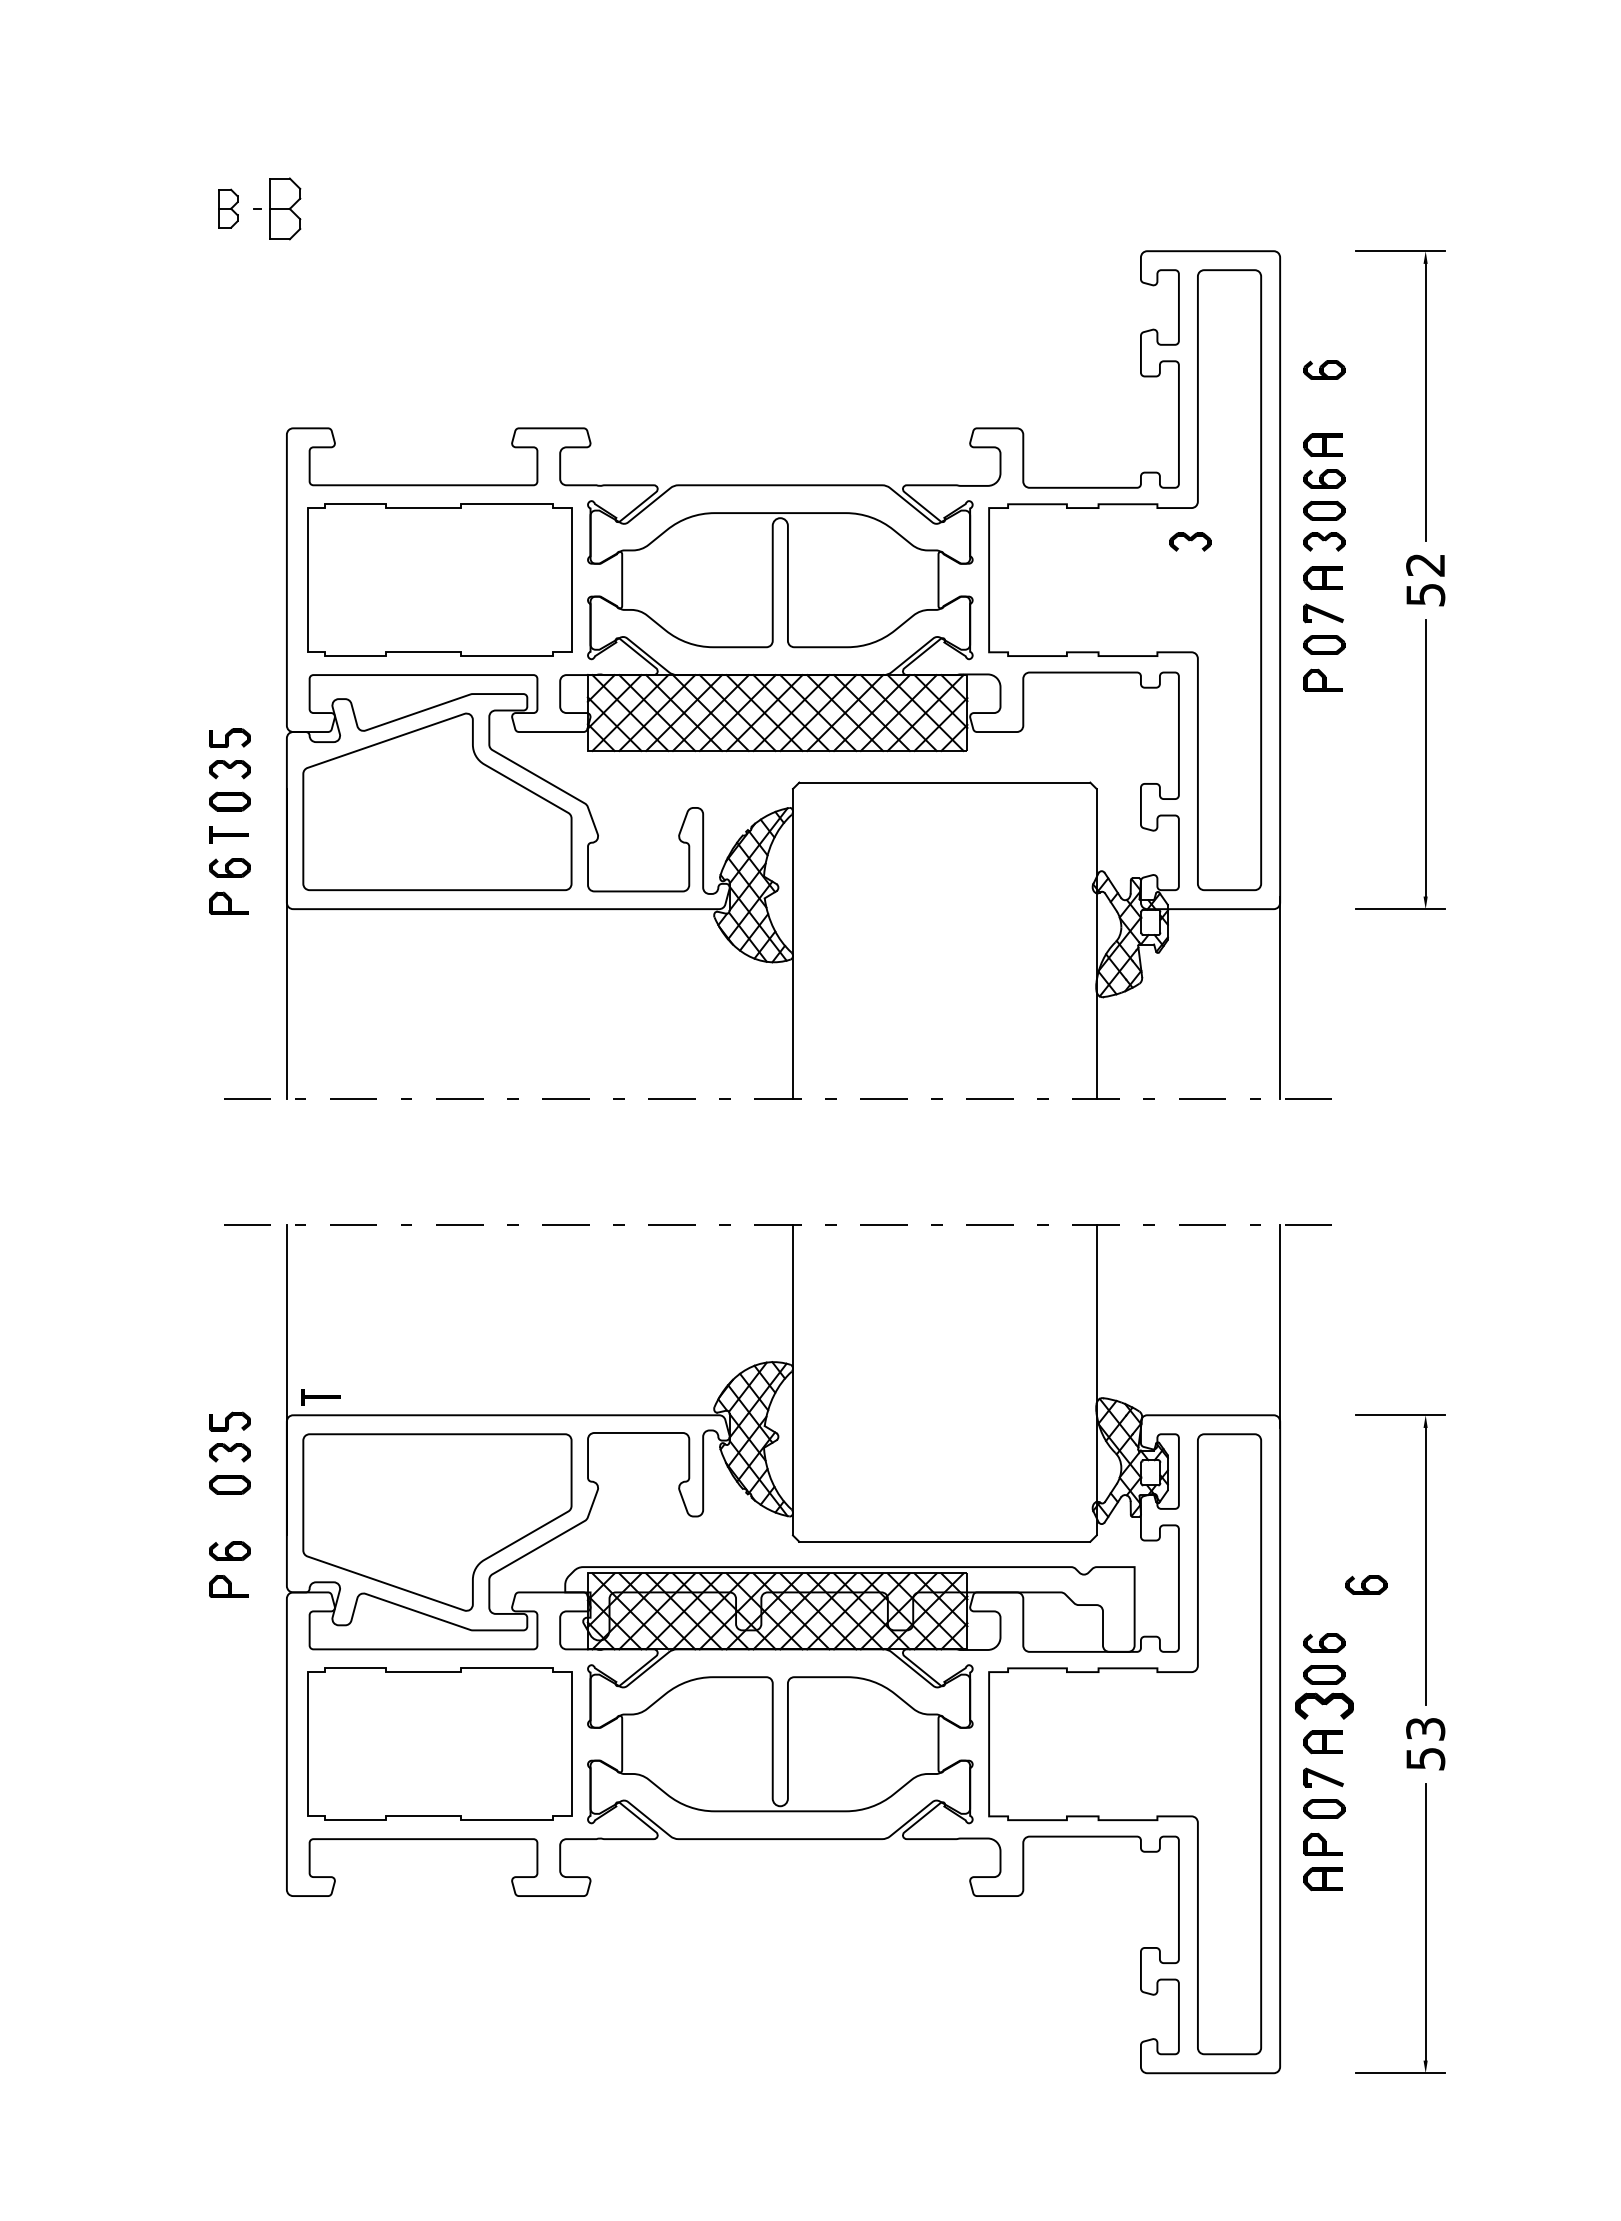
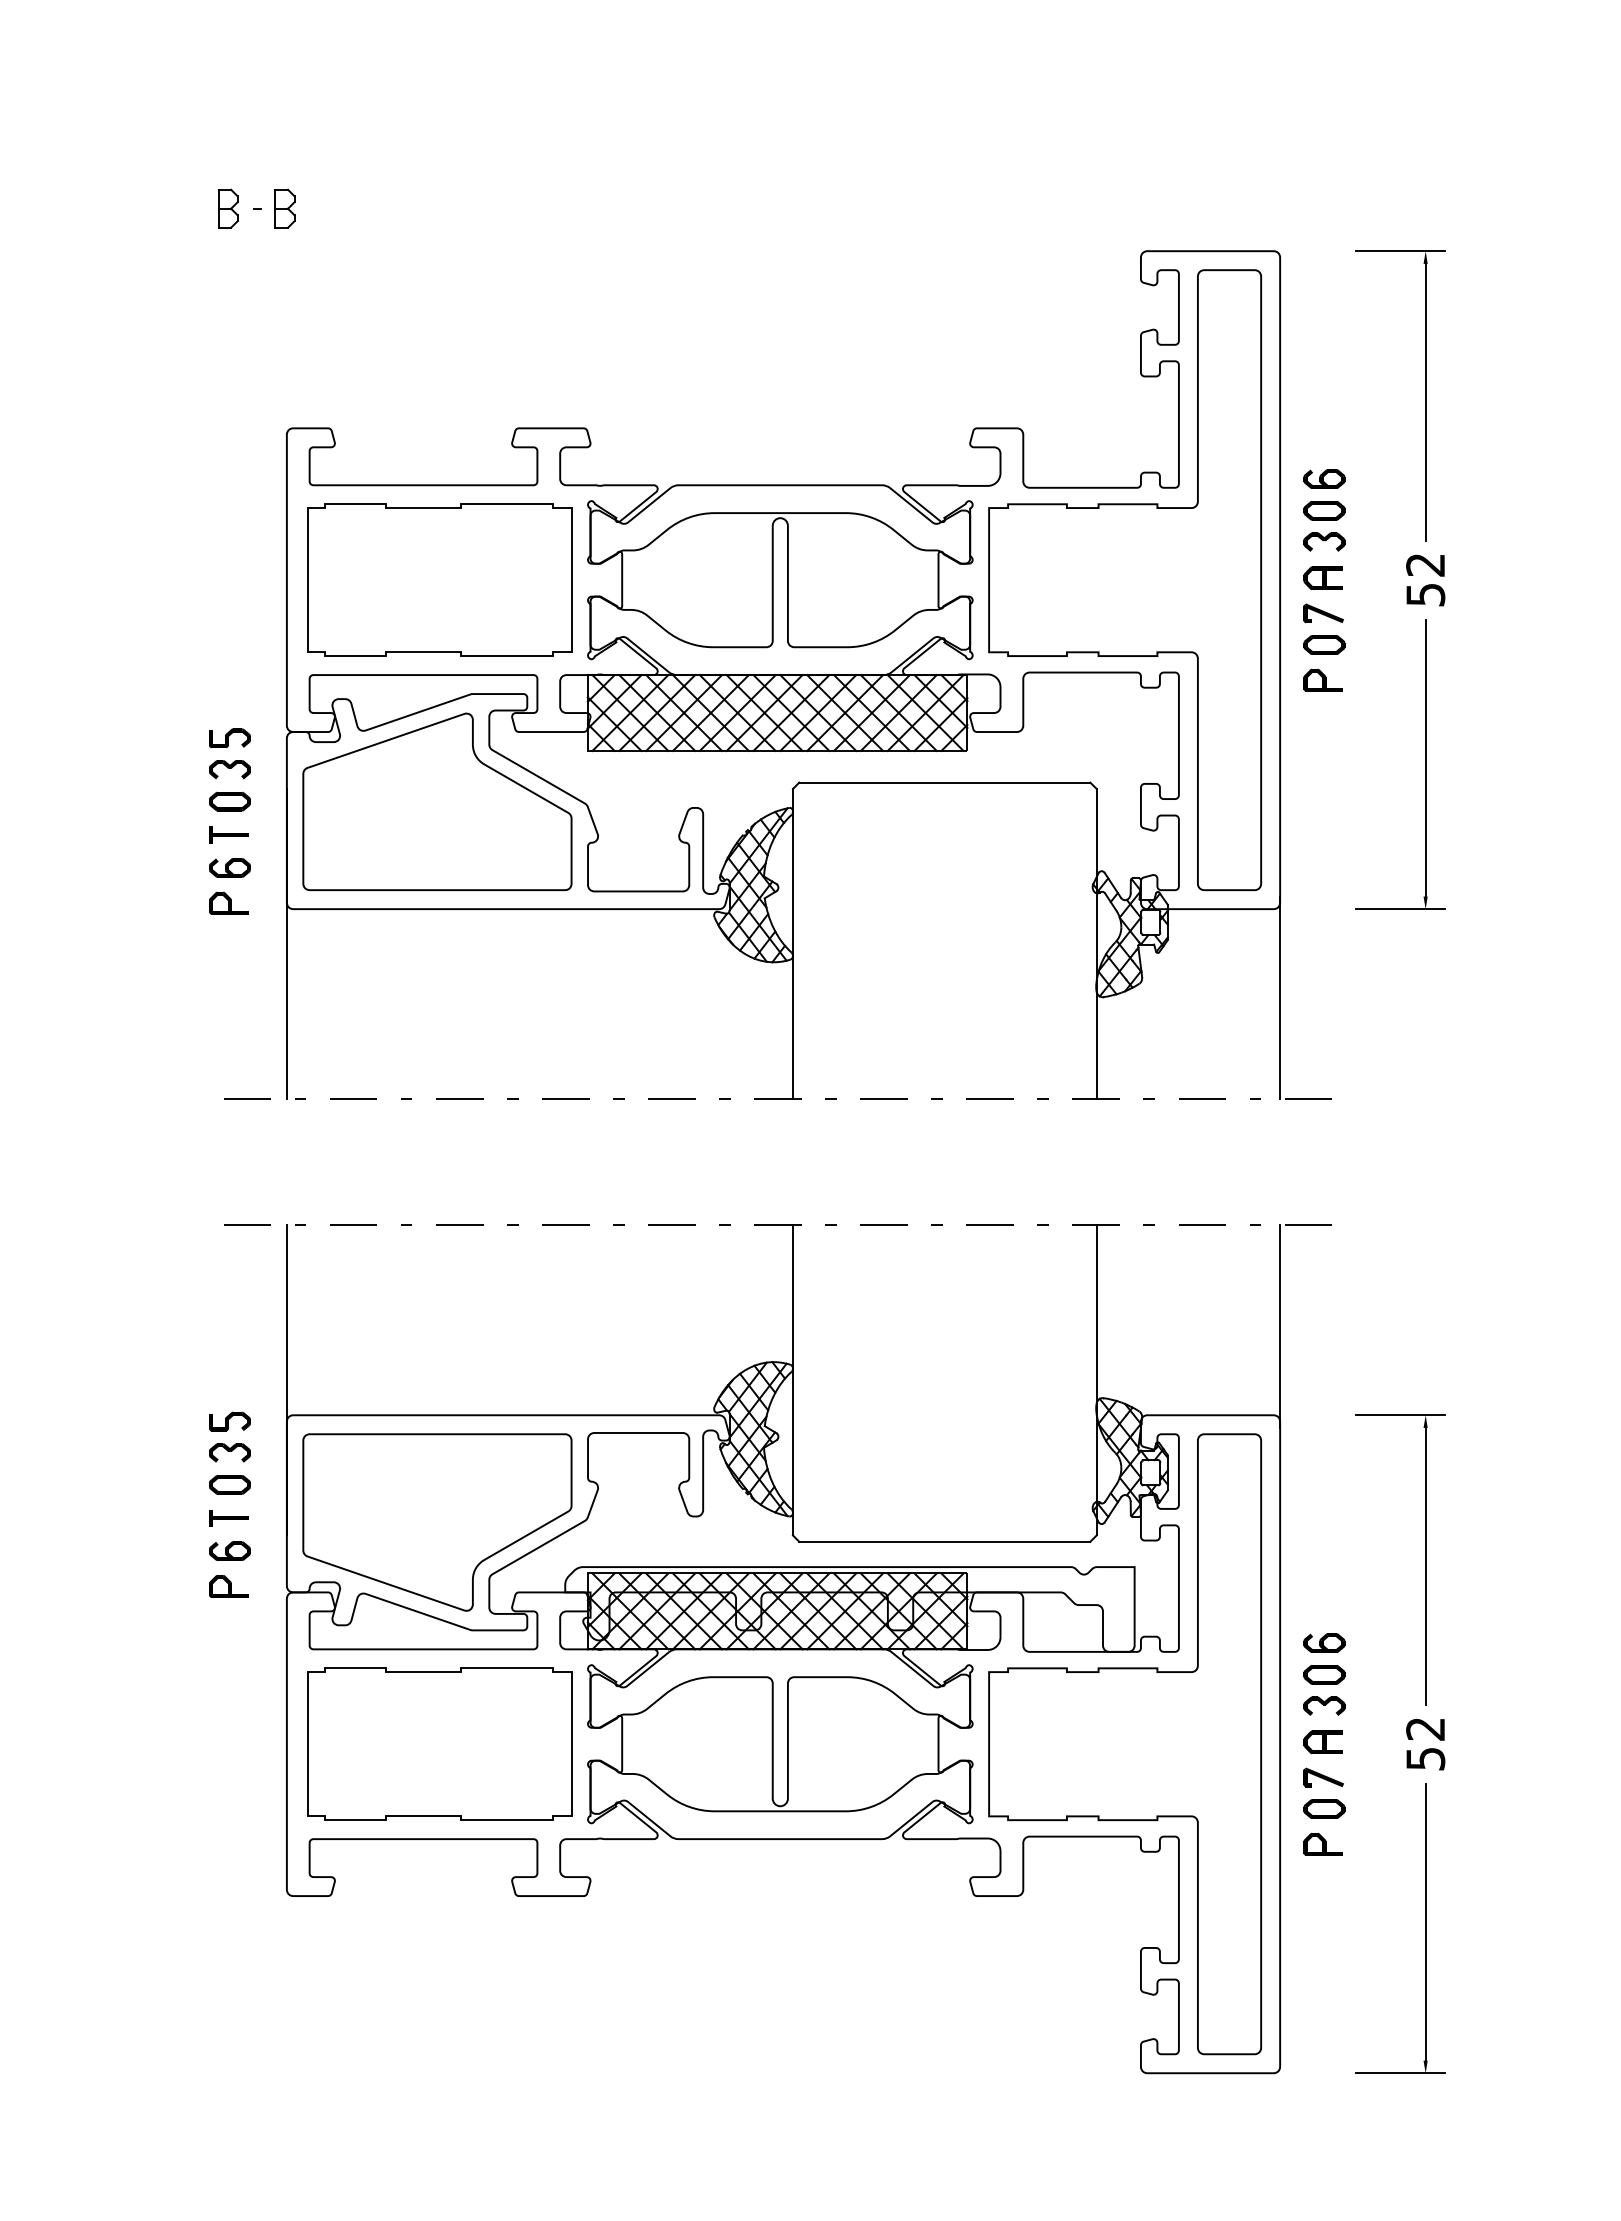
part at (285, 208) size: 33x64 px -> 22x41 px
part at (1324, 369): present -> none
part at (1322, 444): present -> none
part at (1190, 541): present -> none
part at (320, 1397) position: (320, 1397) -> (228, 1518)
part at (1366, 1584): present -> none
part at (1324, 1705) size: 59x28 px -> 43x20 px
text at (1425, 1729): 53 -> 52
part at (1322, 1879): present -> none
